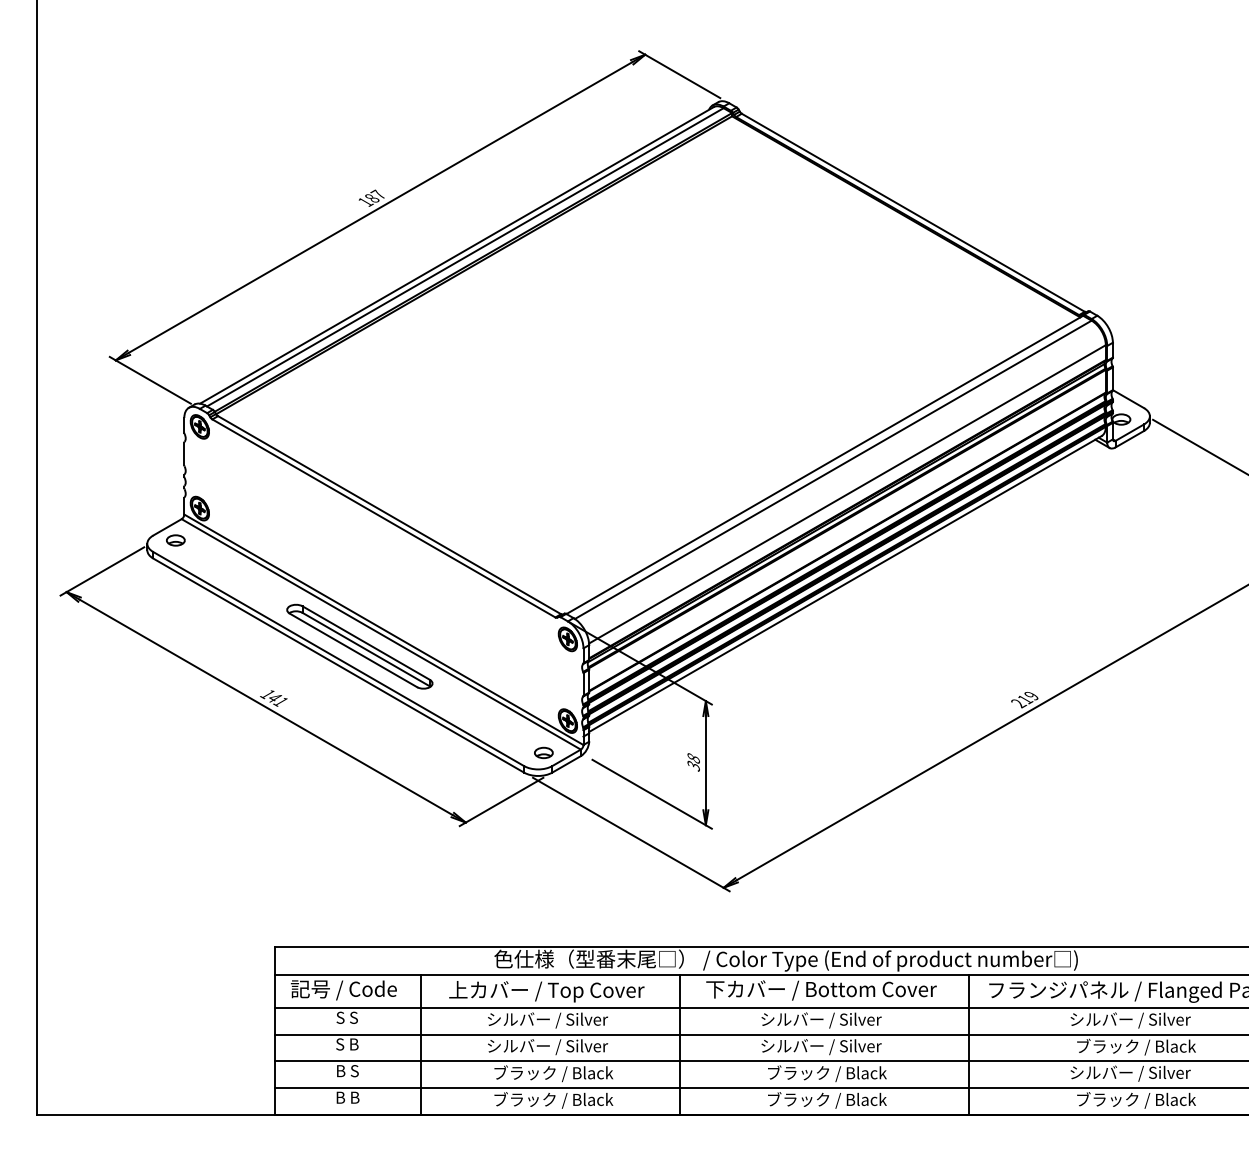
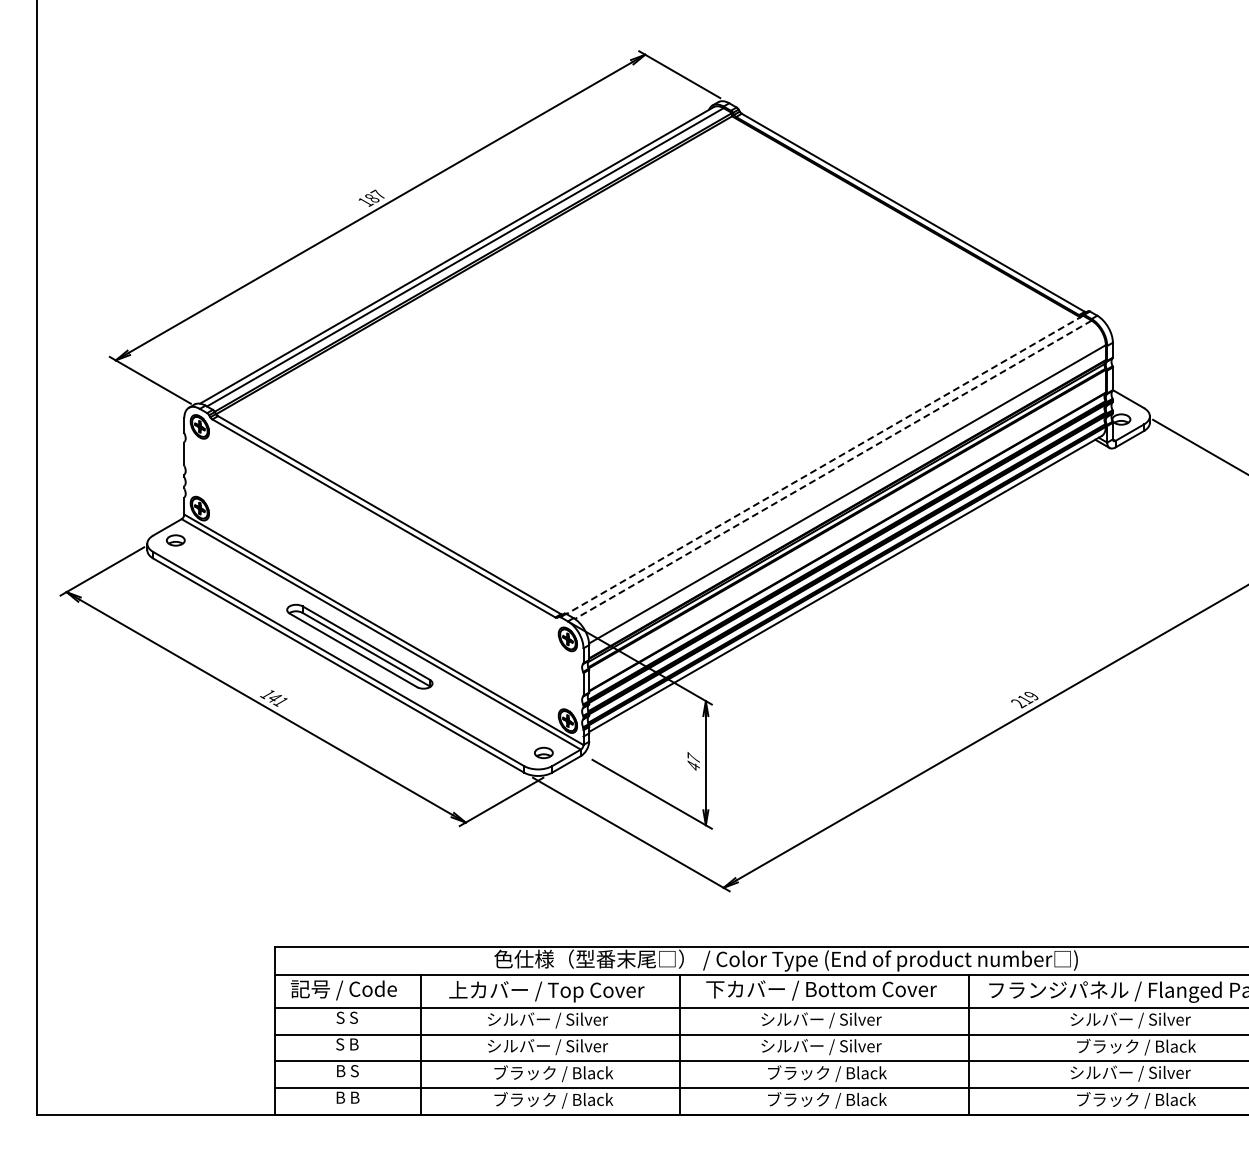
line at (824, 465): solid -> dashed
line at (832, 470): solid -> dashed
text at (693, 761): 38 -> 47
